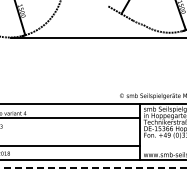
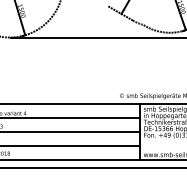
line at (71, 132): none -> present
line at (93, 168): dashed -> solid
